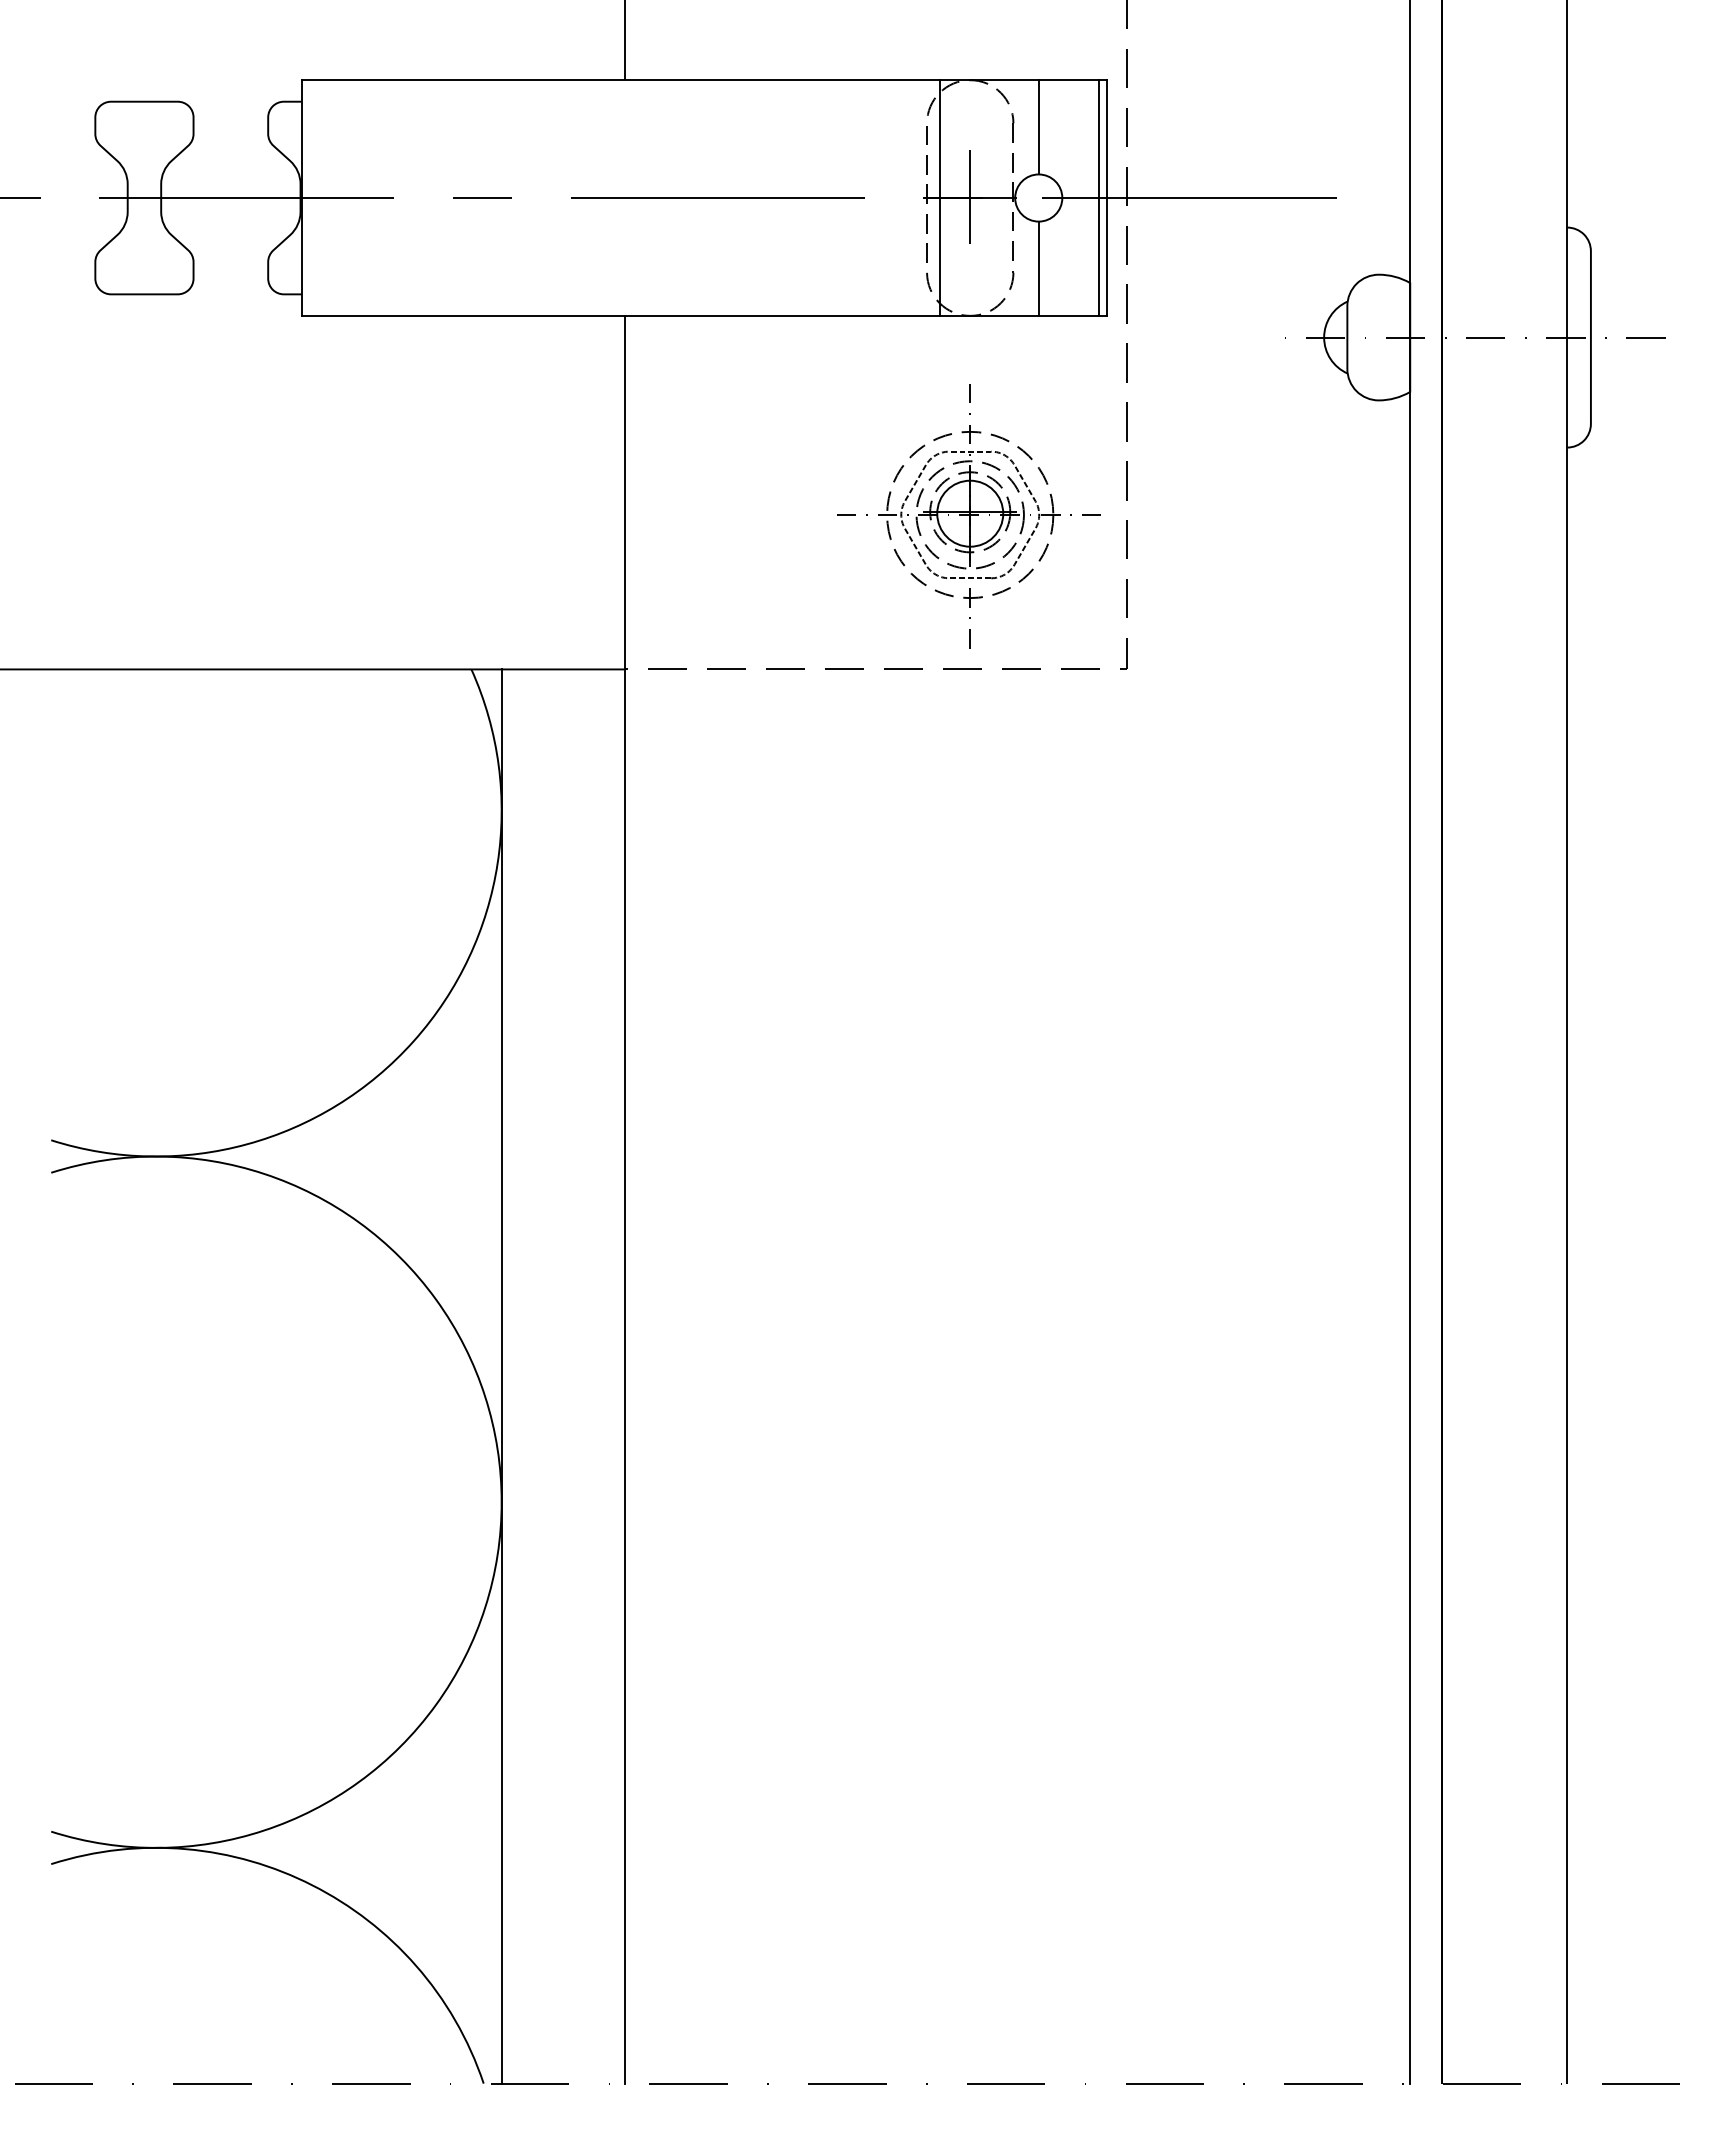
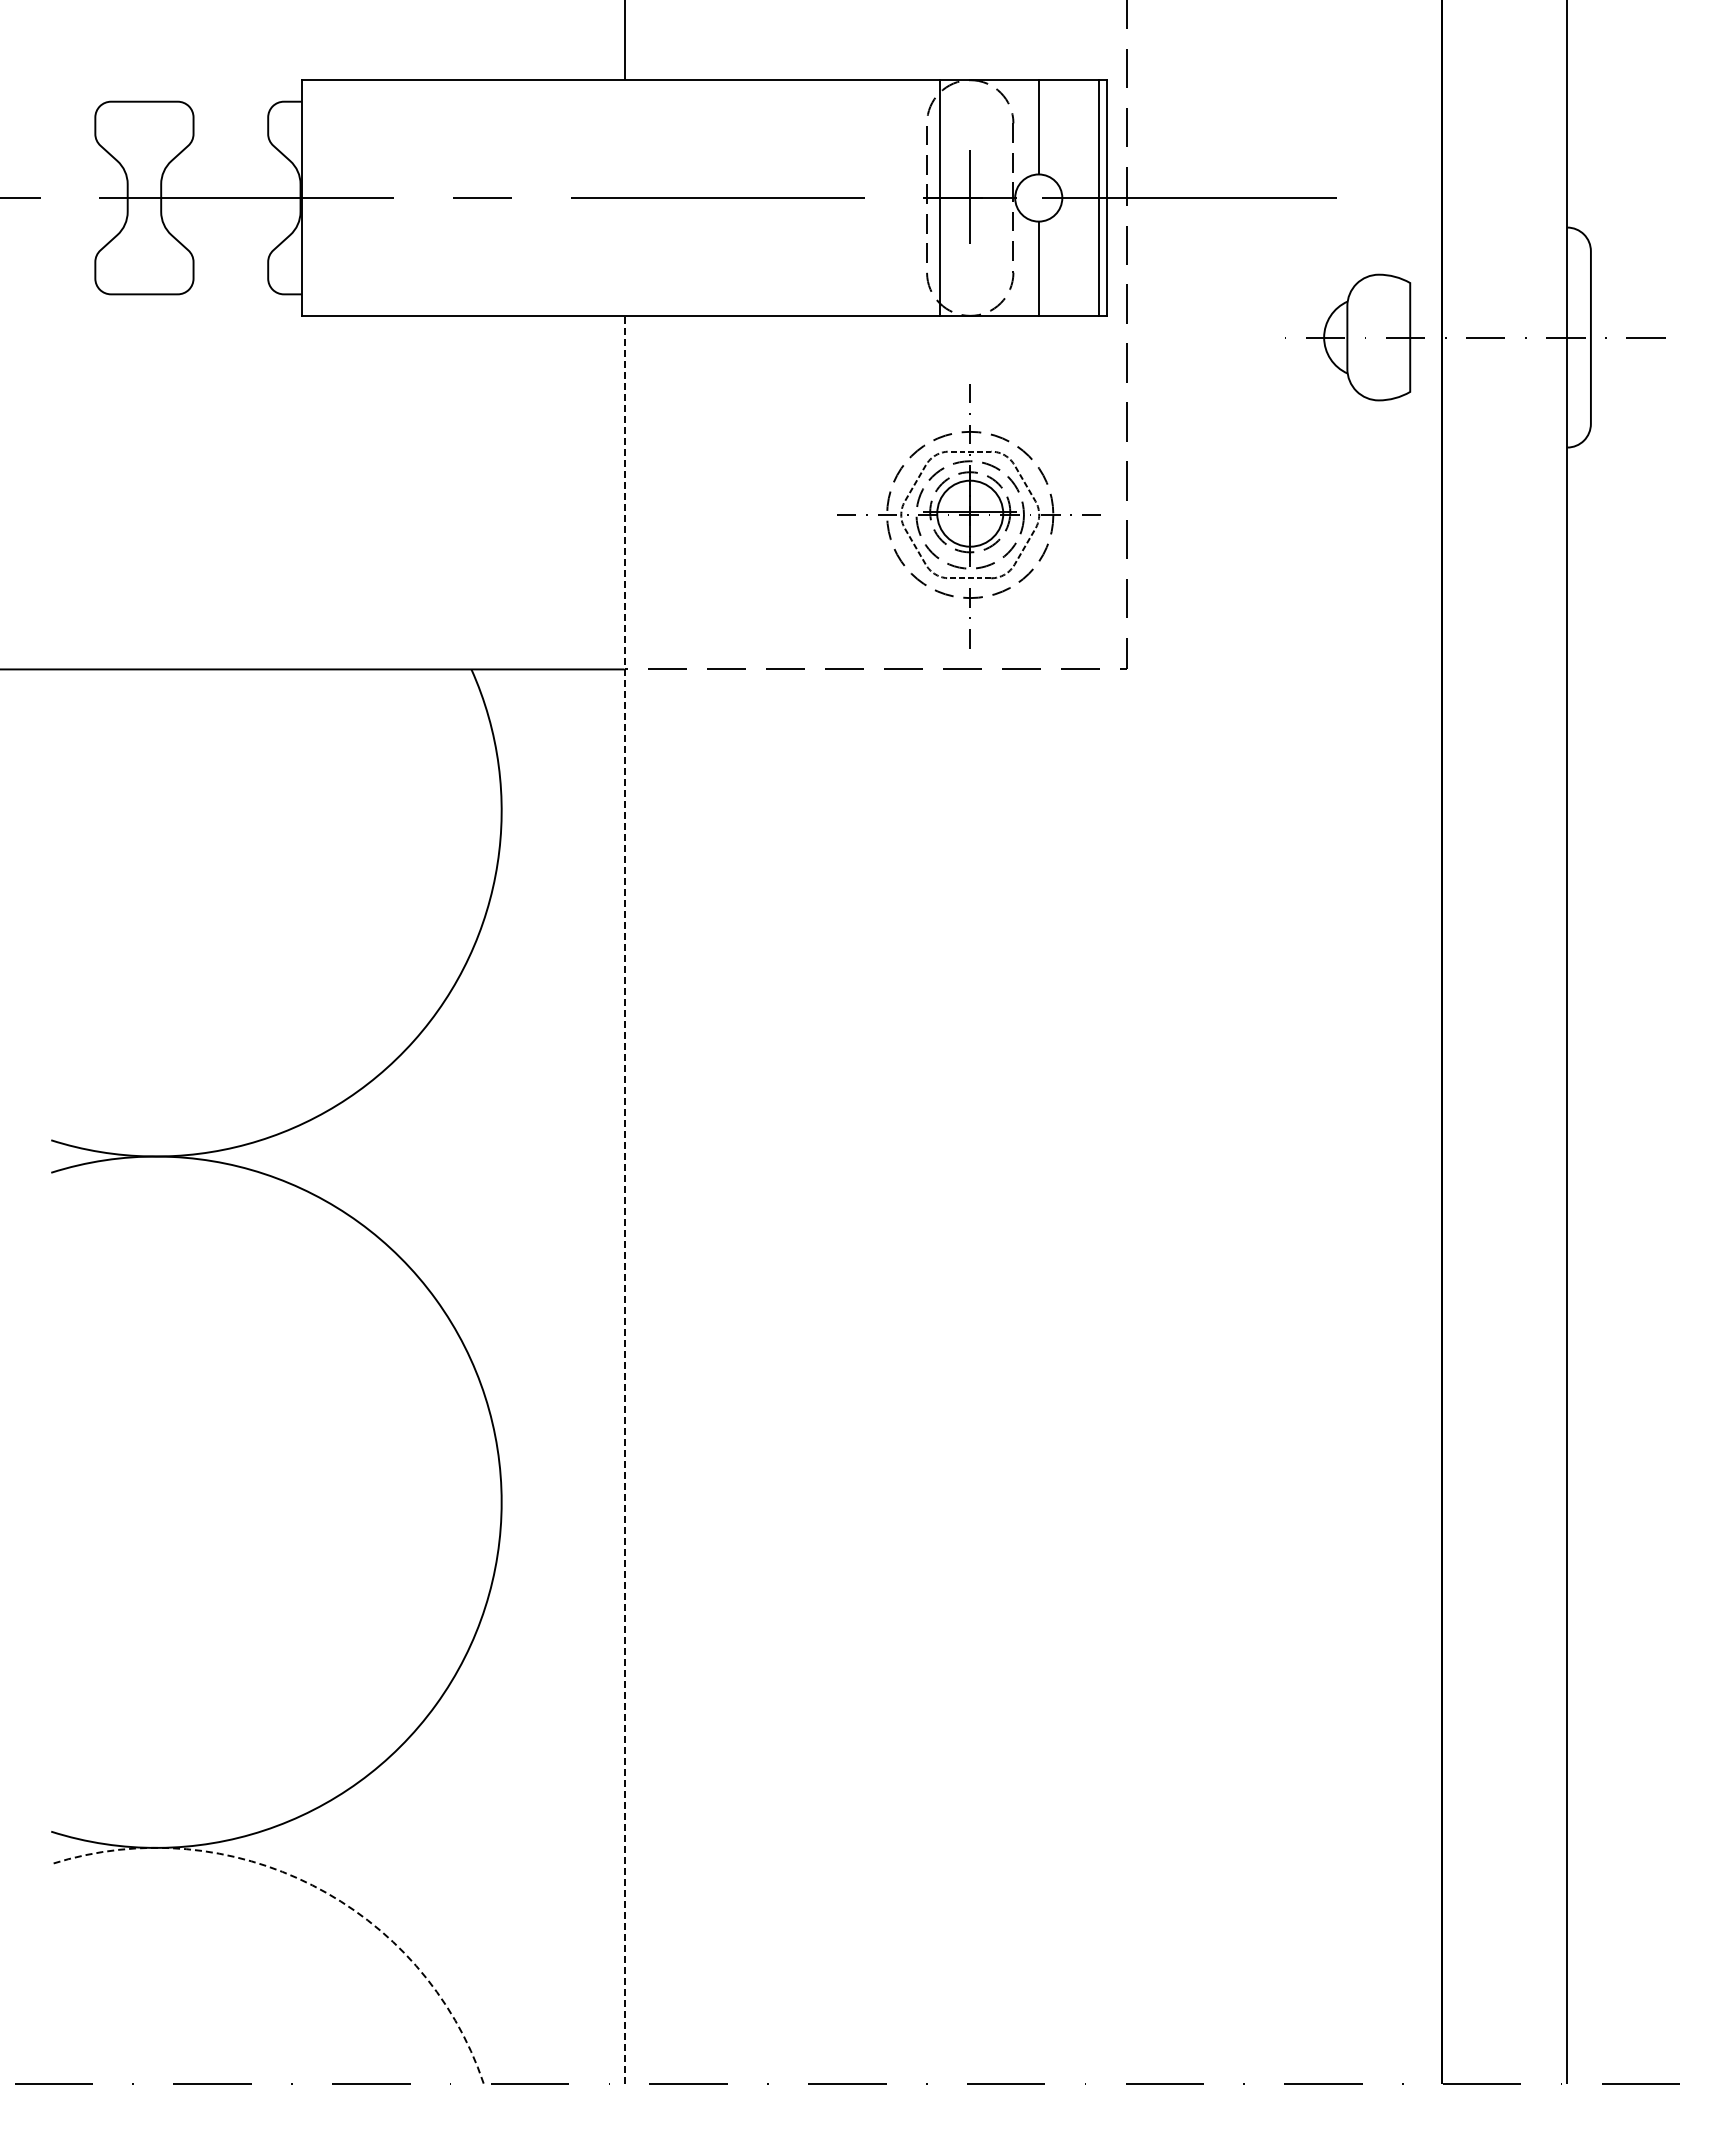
line at (1410, 1042): present -> none
line at (624, 1199): solid -> dashed
line at (501, 1376): present -> none
arc at (312, 1885): solid -> dashed
